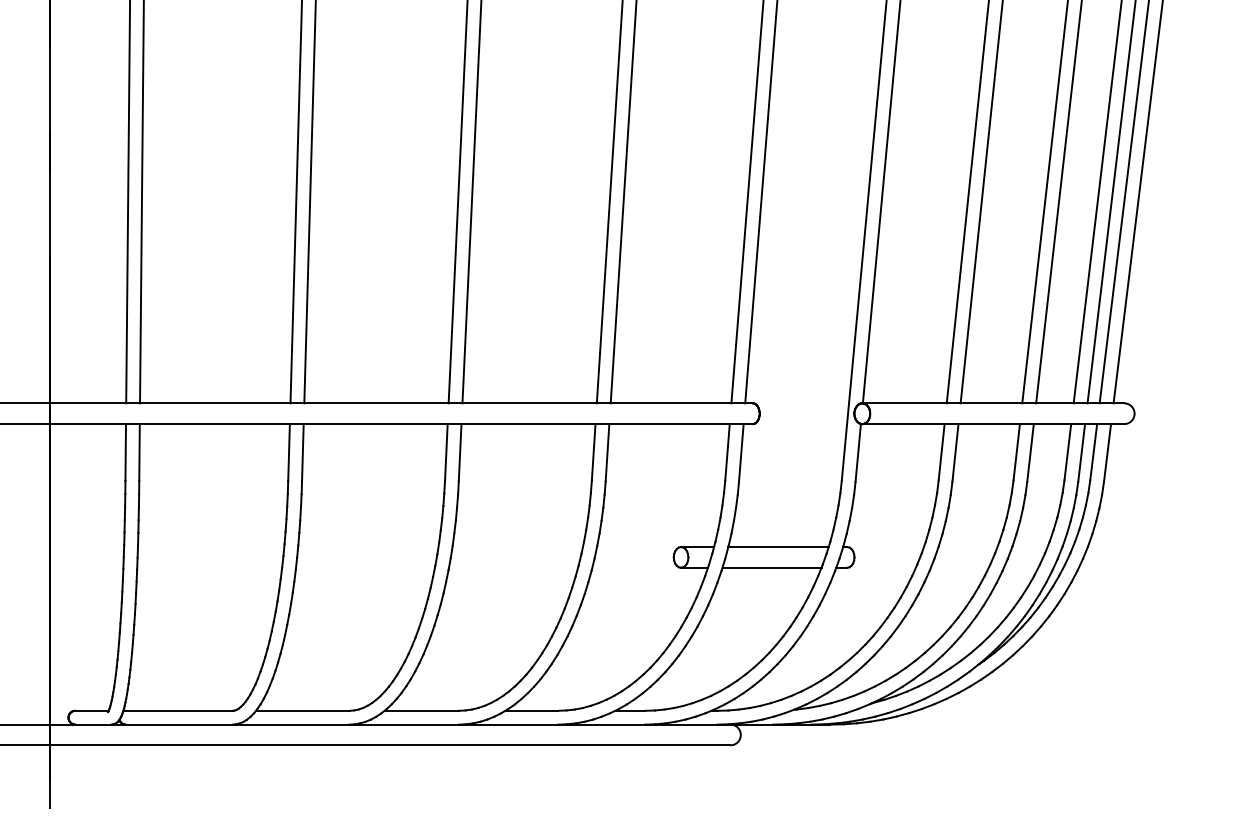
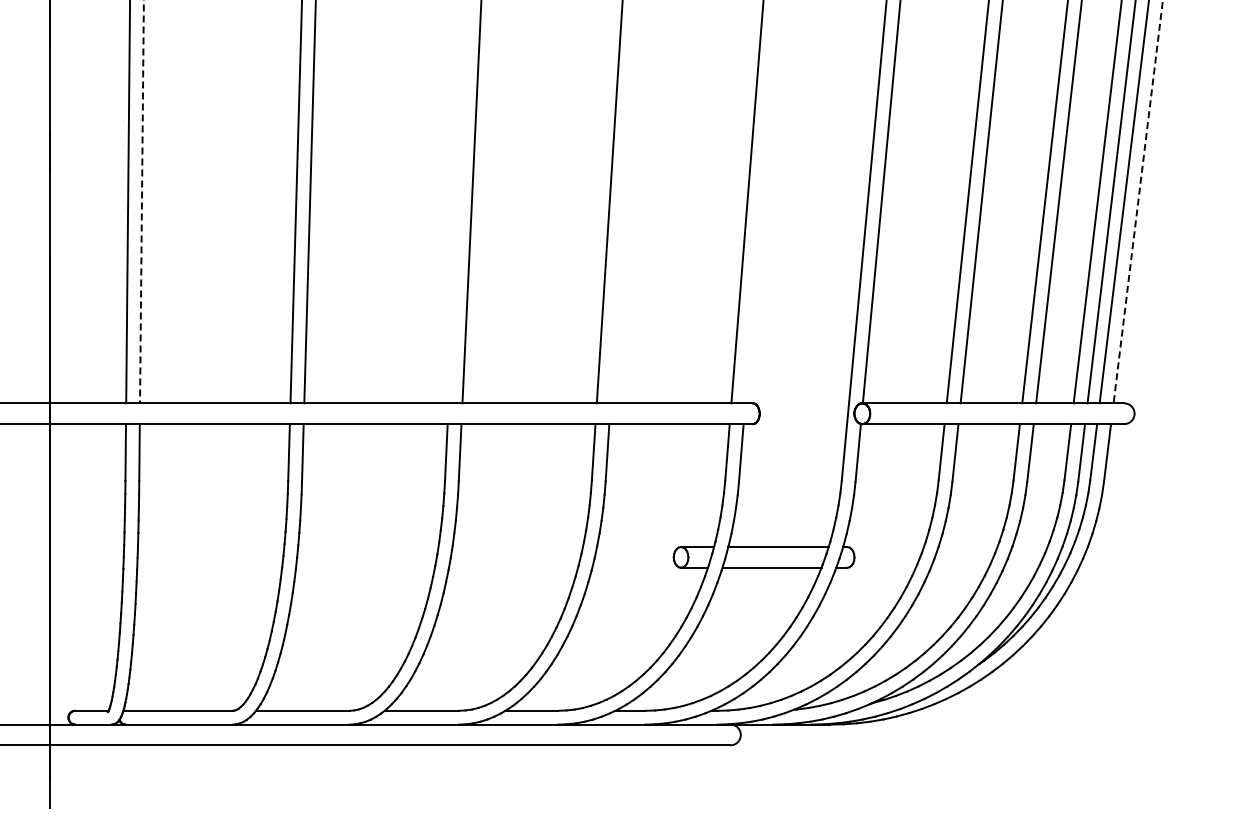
line at (141, 202): solid -> dashed
line at (457, 202): present -> none
line at (623, 202): present -> none
line at (761, 202): present -> none
line at (1138, 202): solid -> dashed
